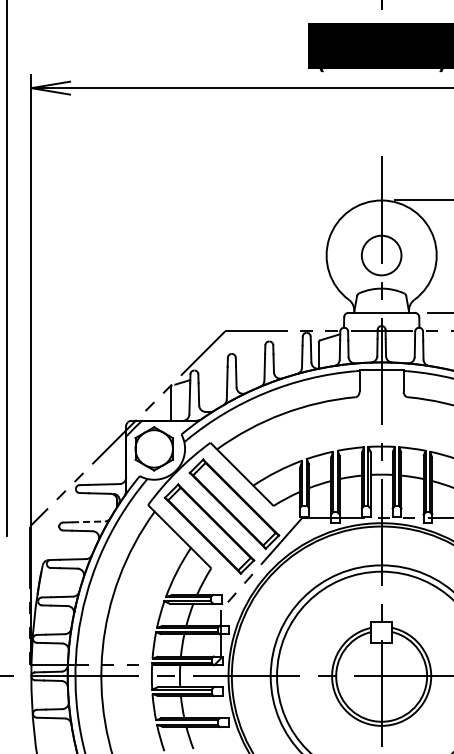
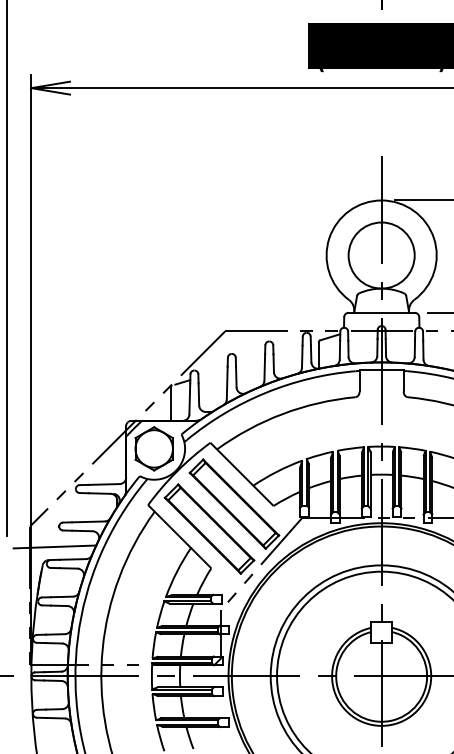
circle at (381, 255) diameter: 40 px -> 66 px
line at (89, 521): dashed -> solid
line at (54, 546): none -> present
